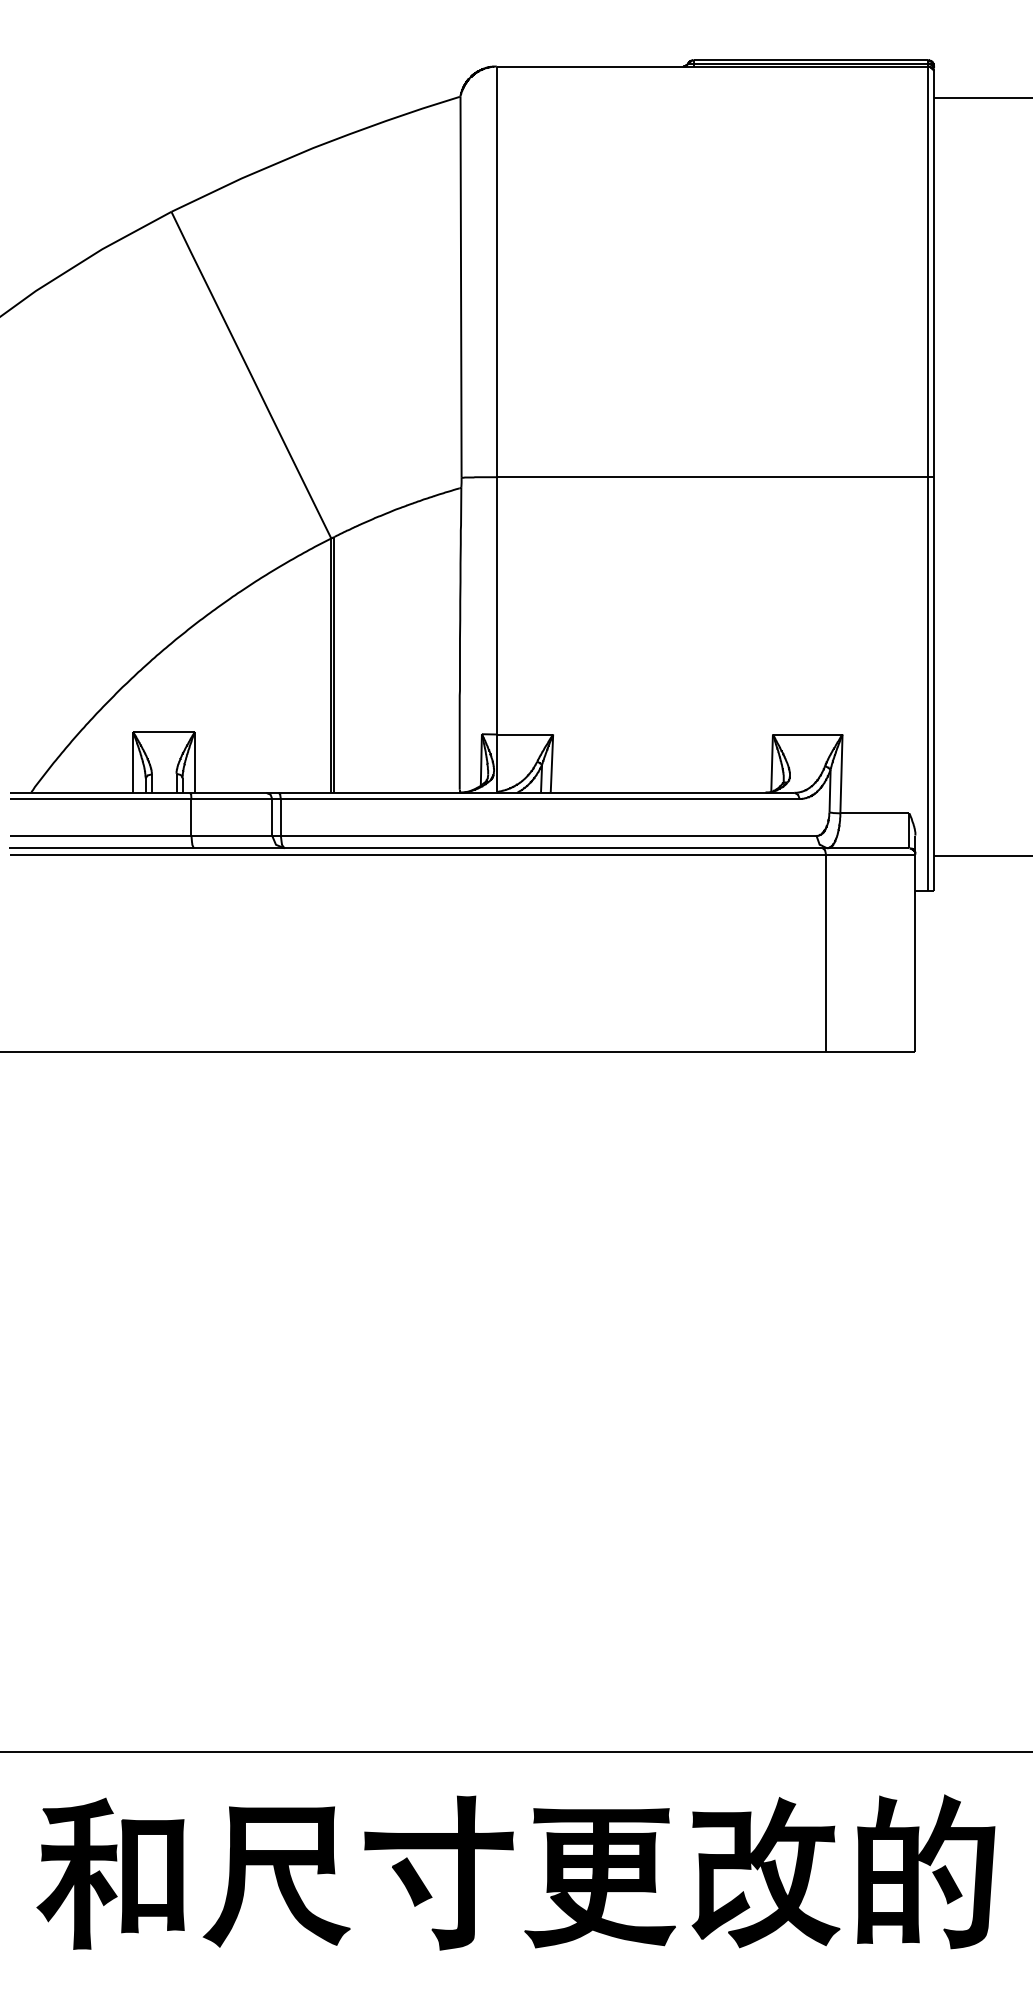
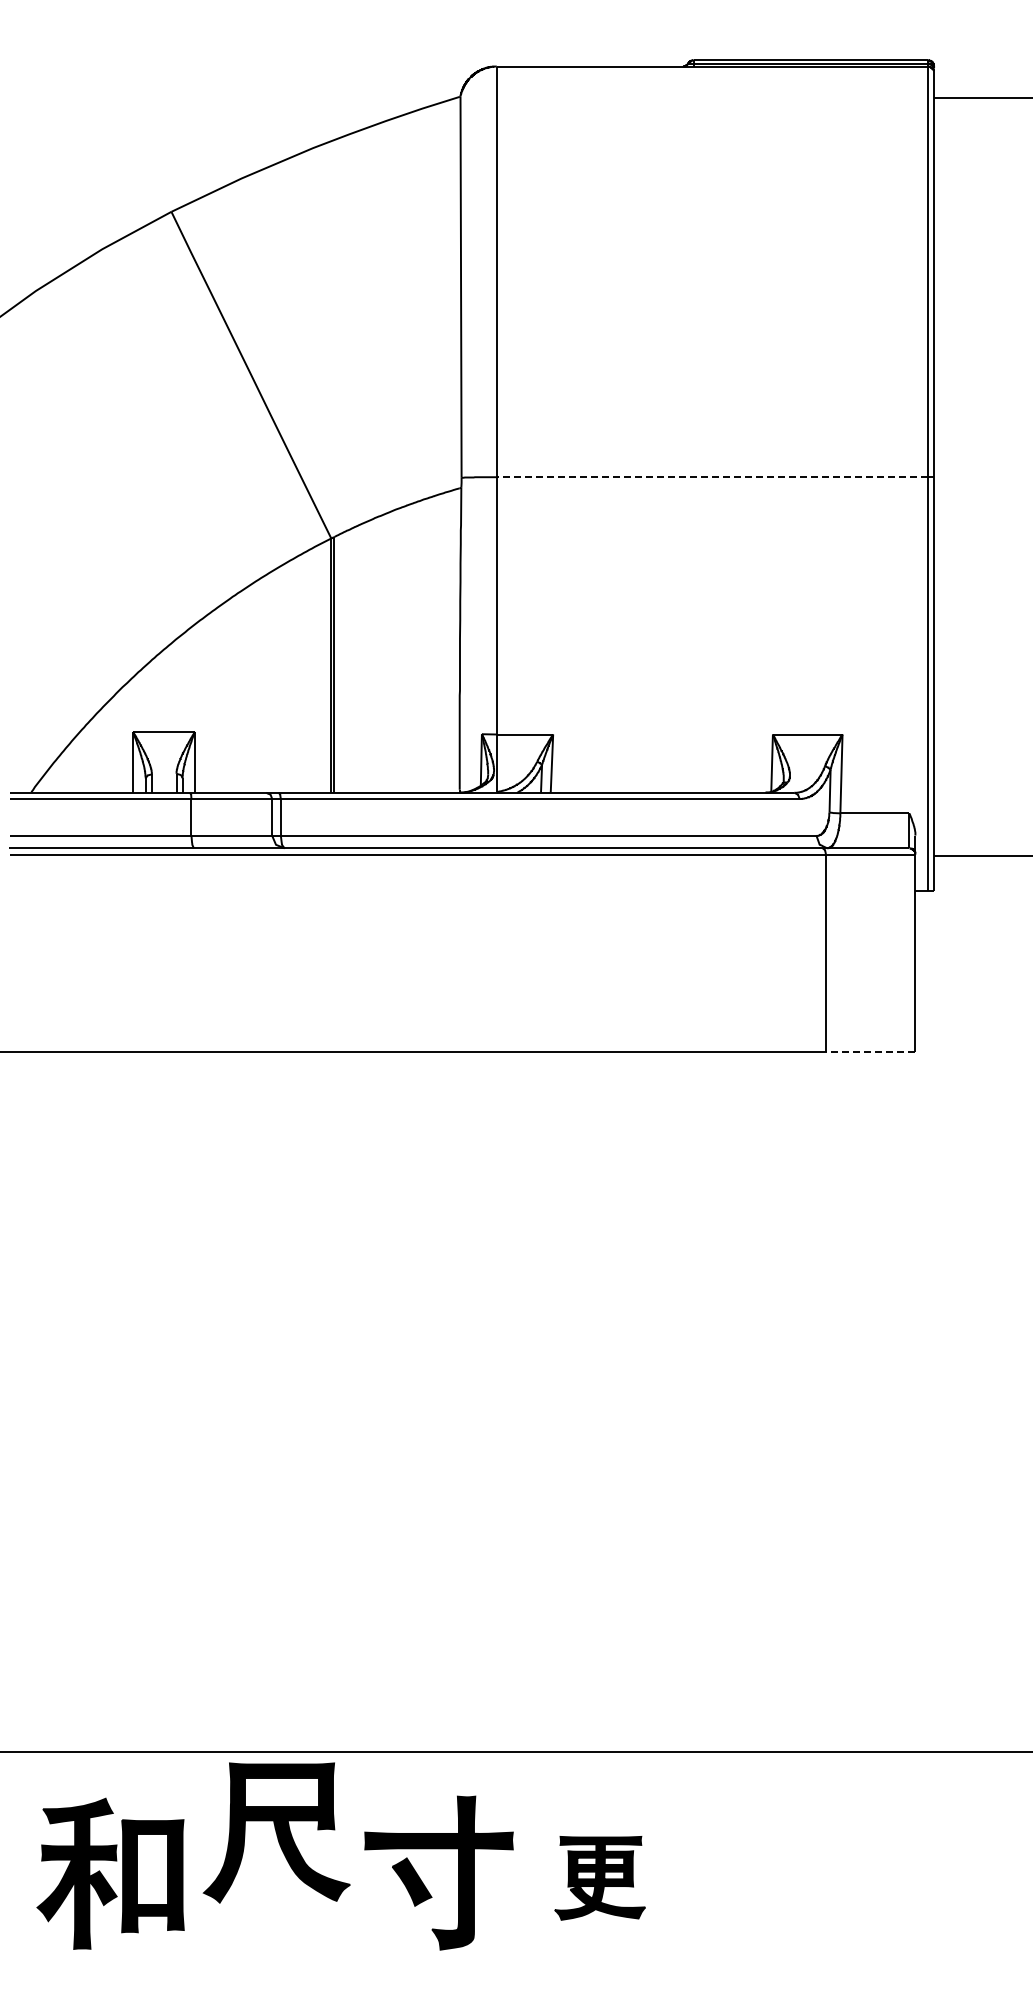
line at (712, 477): solid -> dashed
line at (870, 1051): solid -> dashed
part at (926, 1871): present -> none
part at (765, 1872): present -> none
part at (276, 1876) position: (276, 1876) -> (276, 1832)
part at (599, 1878) size: 152x141 px -> 92x85 px
